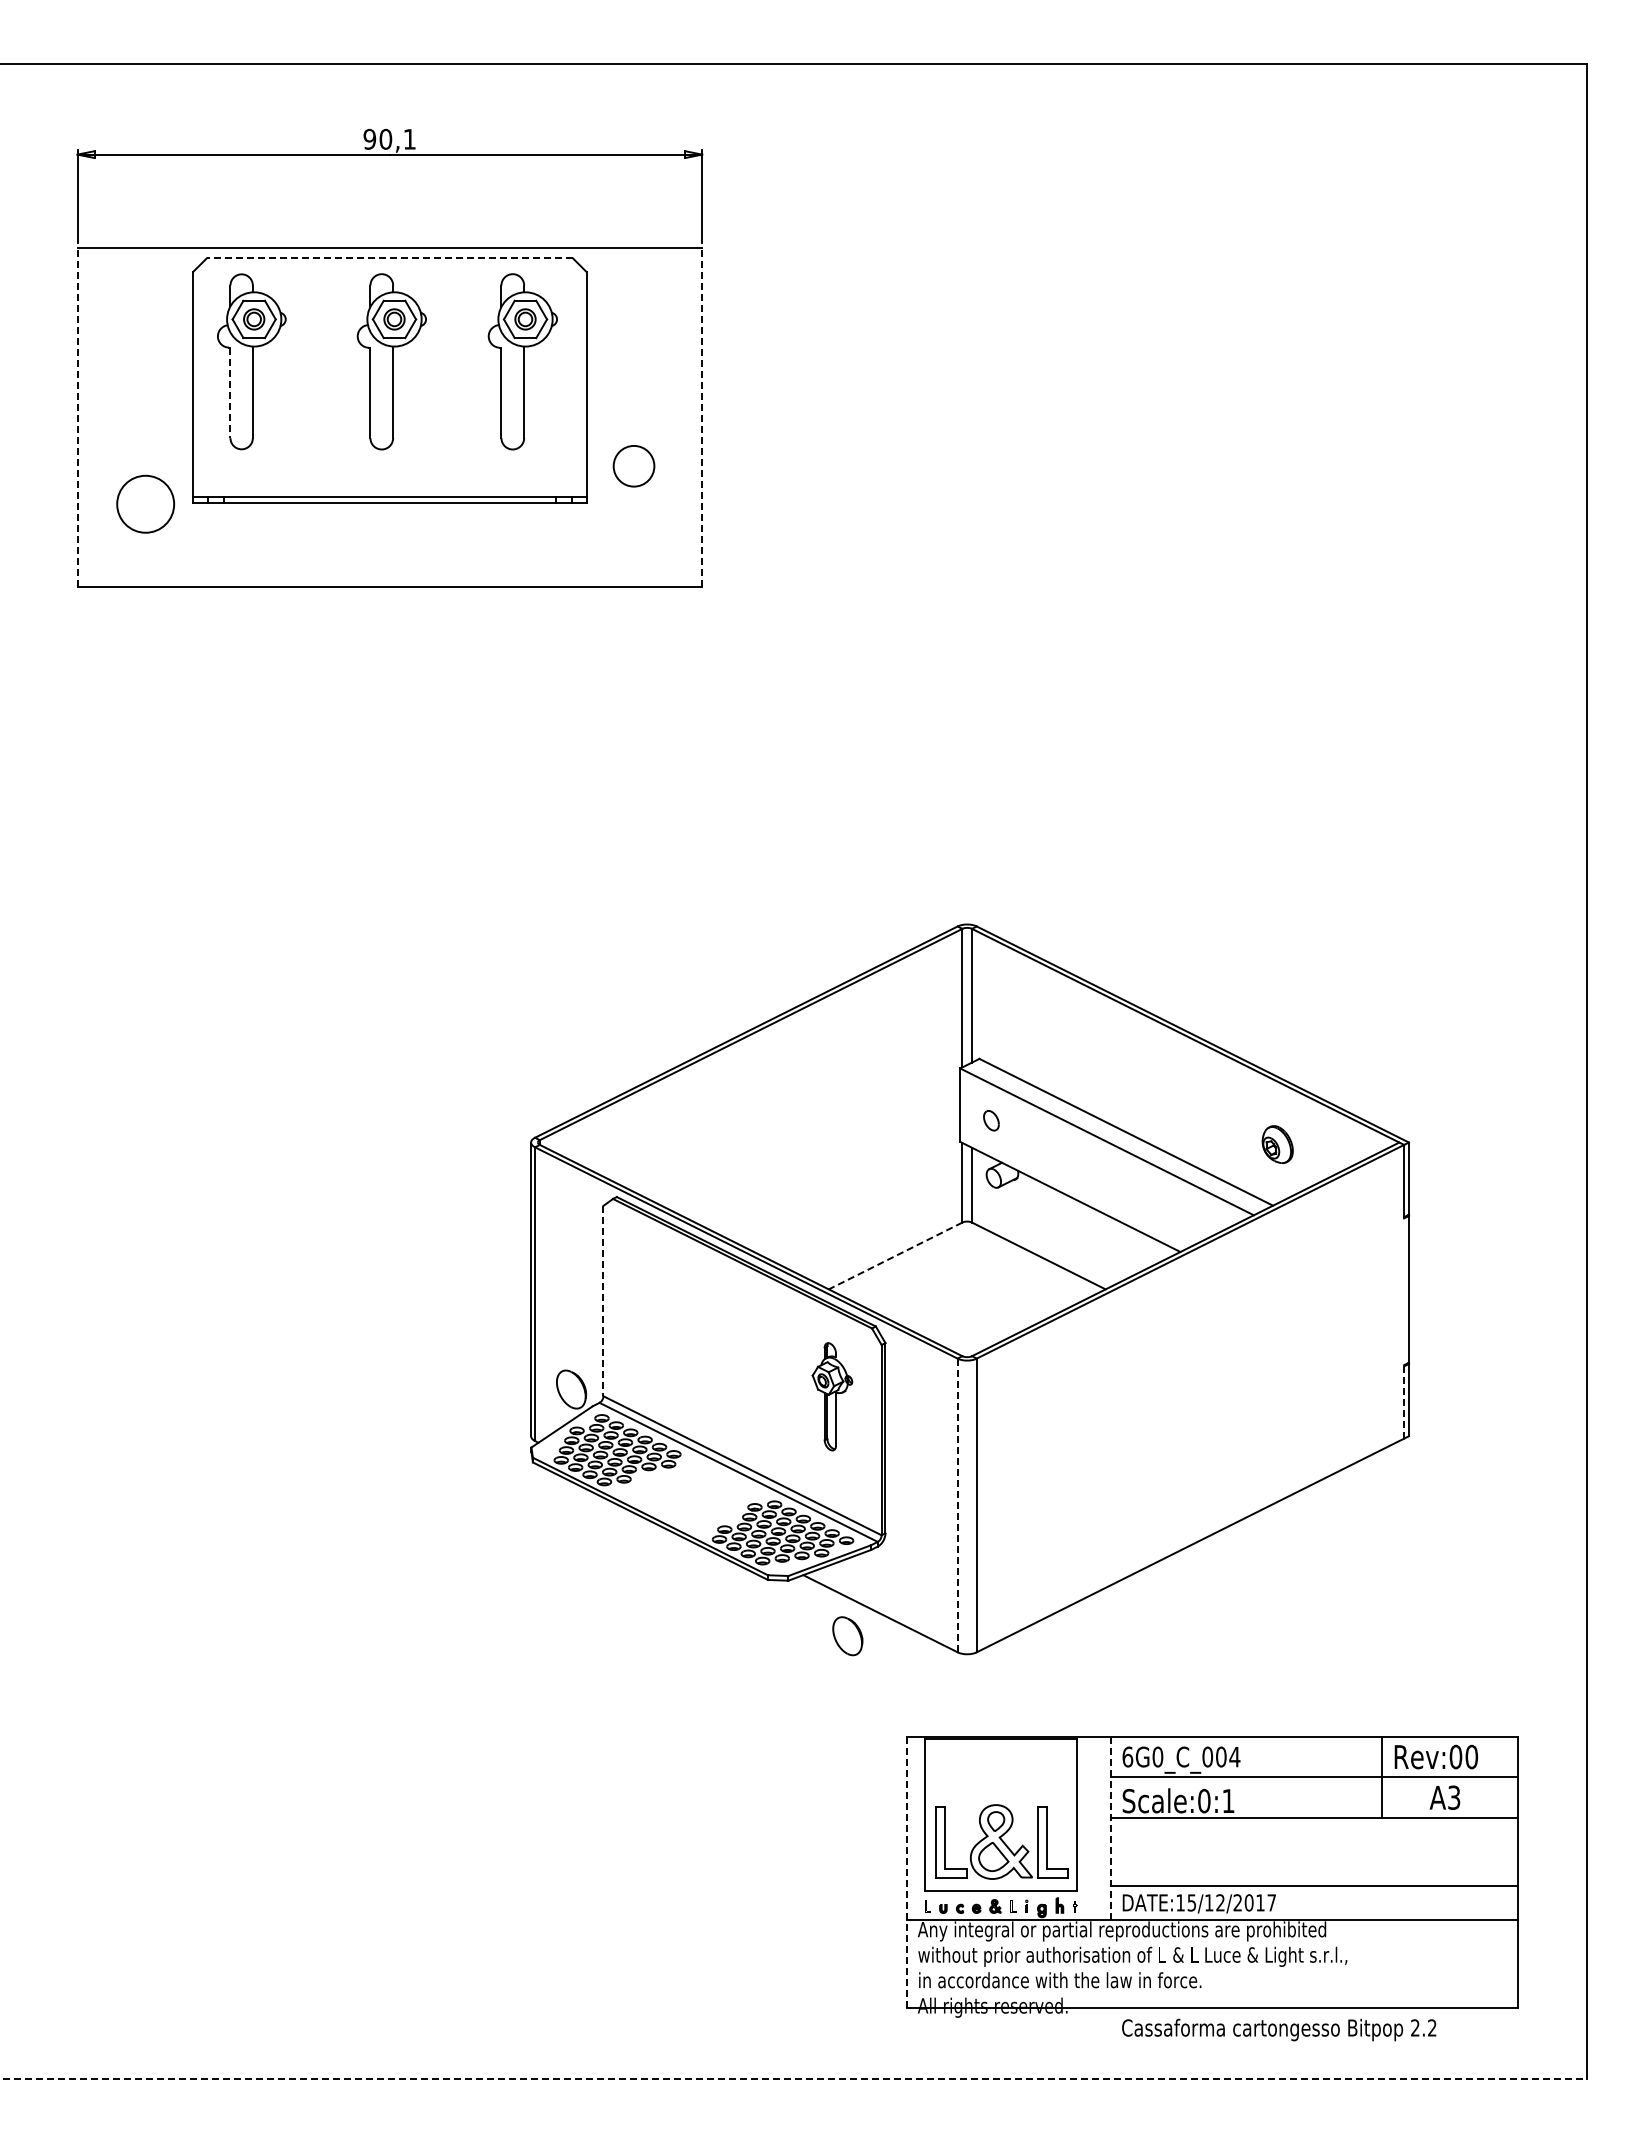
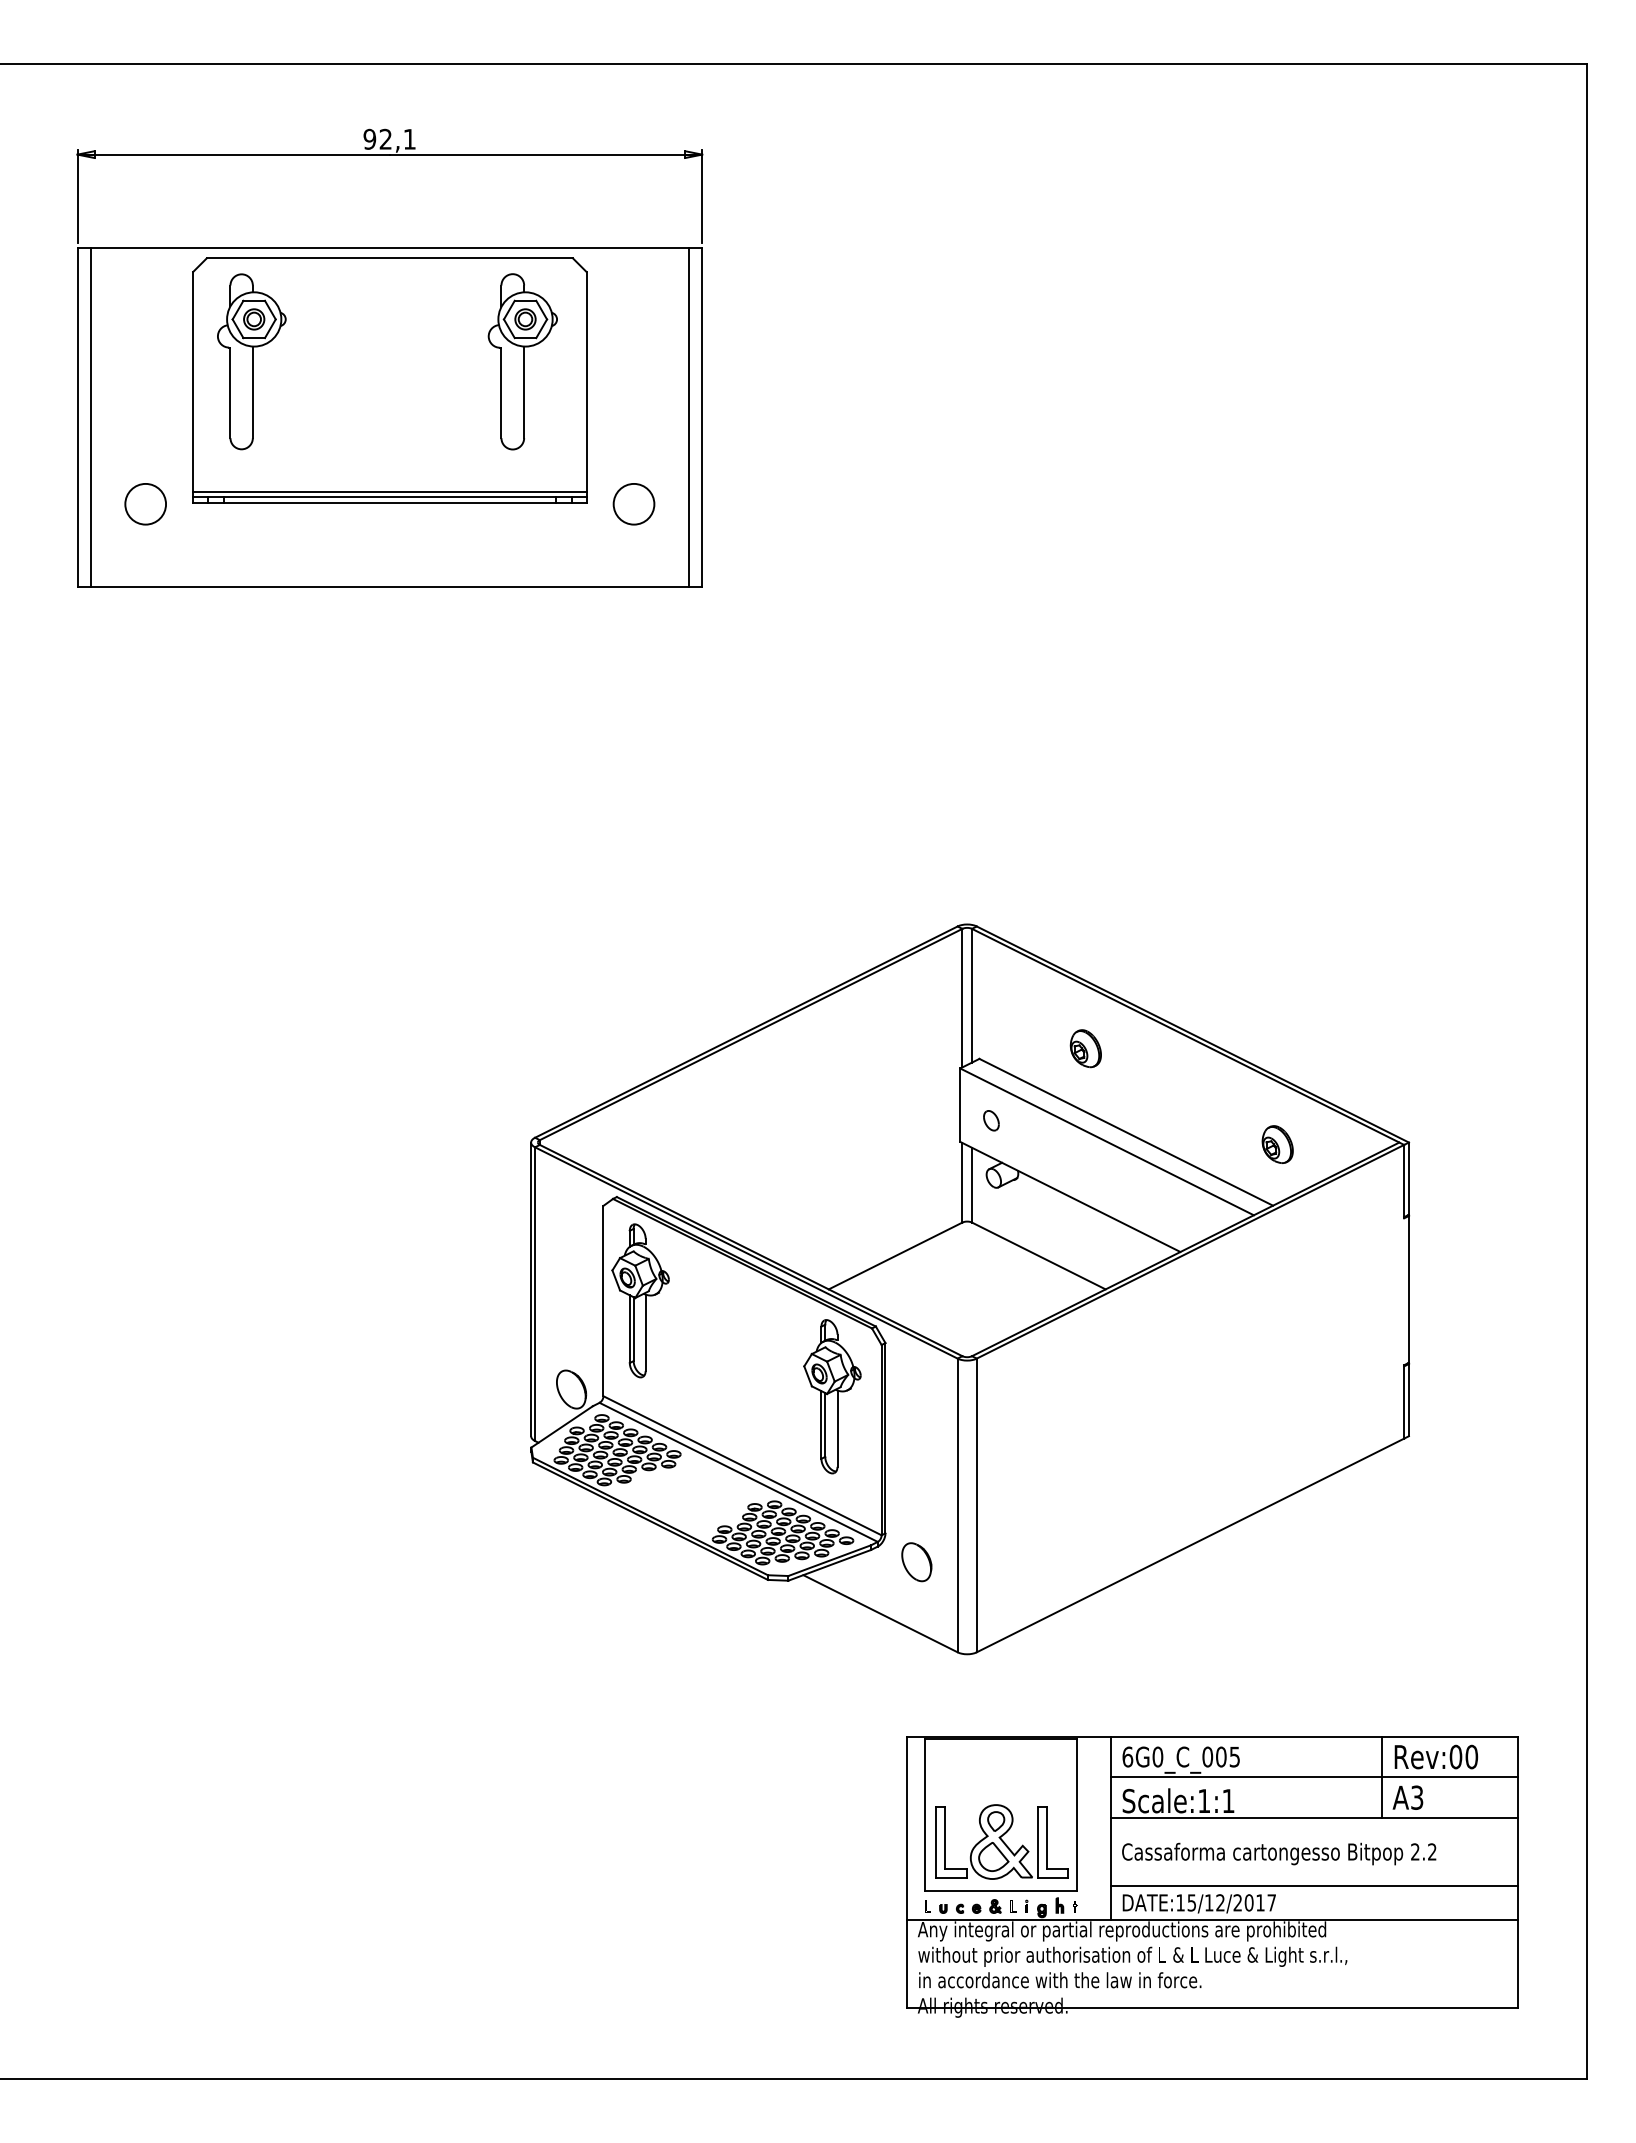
text at (385, 138): 90,1 -> 92,1
line at (389, 258): dashed -> solid
part at (391, 361): present -> none
line at (230, 393): dashed -> solid
line at (77, 417): dashed -> solid
line at (91, 417): none -> present
line at (688, 417): none -> present
line at (702, 417): dashed -> solid
circle at (633, 466) position: (633, 466) -> (633, 504)
line at (389, 491): none -> present
circle at (145, 503) diameter: 57 px -> 41 px
part at (1085, 1048): none -> present
line at (895, 1255): dashed -> solid
part at (640, 1300): none -> present
line at (603, 1301): dashed -> solid
part at (832, 1396) size: 43x110 px -> 59x156 px
line at (1404, 1401): dashed -> solid
line at (957, 1505): dashed -> solid
part at (847, 1636) position: (847, 1636) -> (916, 1562)
text at (1234, 1756): 6G0_C_004 -> 6G0_C_005
text at (1444, 1797) position: (1444, 1797) -> (1407, 1797)
text at (1204, 1800): Scale:0:1 -> Scale:1:1
line at (1110, 1828): dashed -> solid
line at (907, 1872): dashed -> solid
text at (1279, 2029) position: (1279, 2029) -> (1279, 1853)
line at (794, 2078): dashed -> solid
